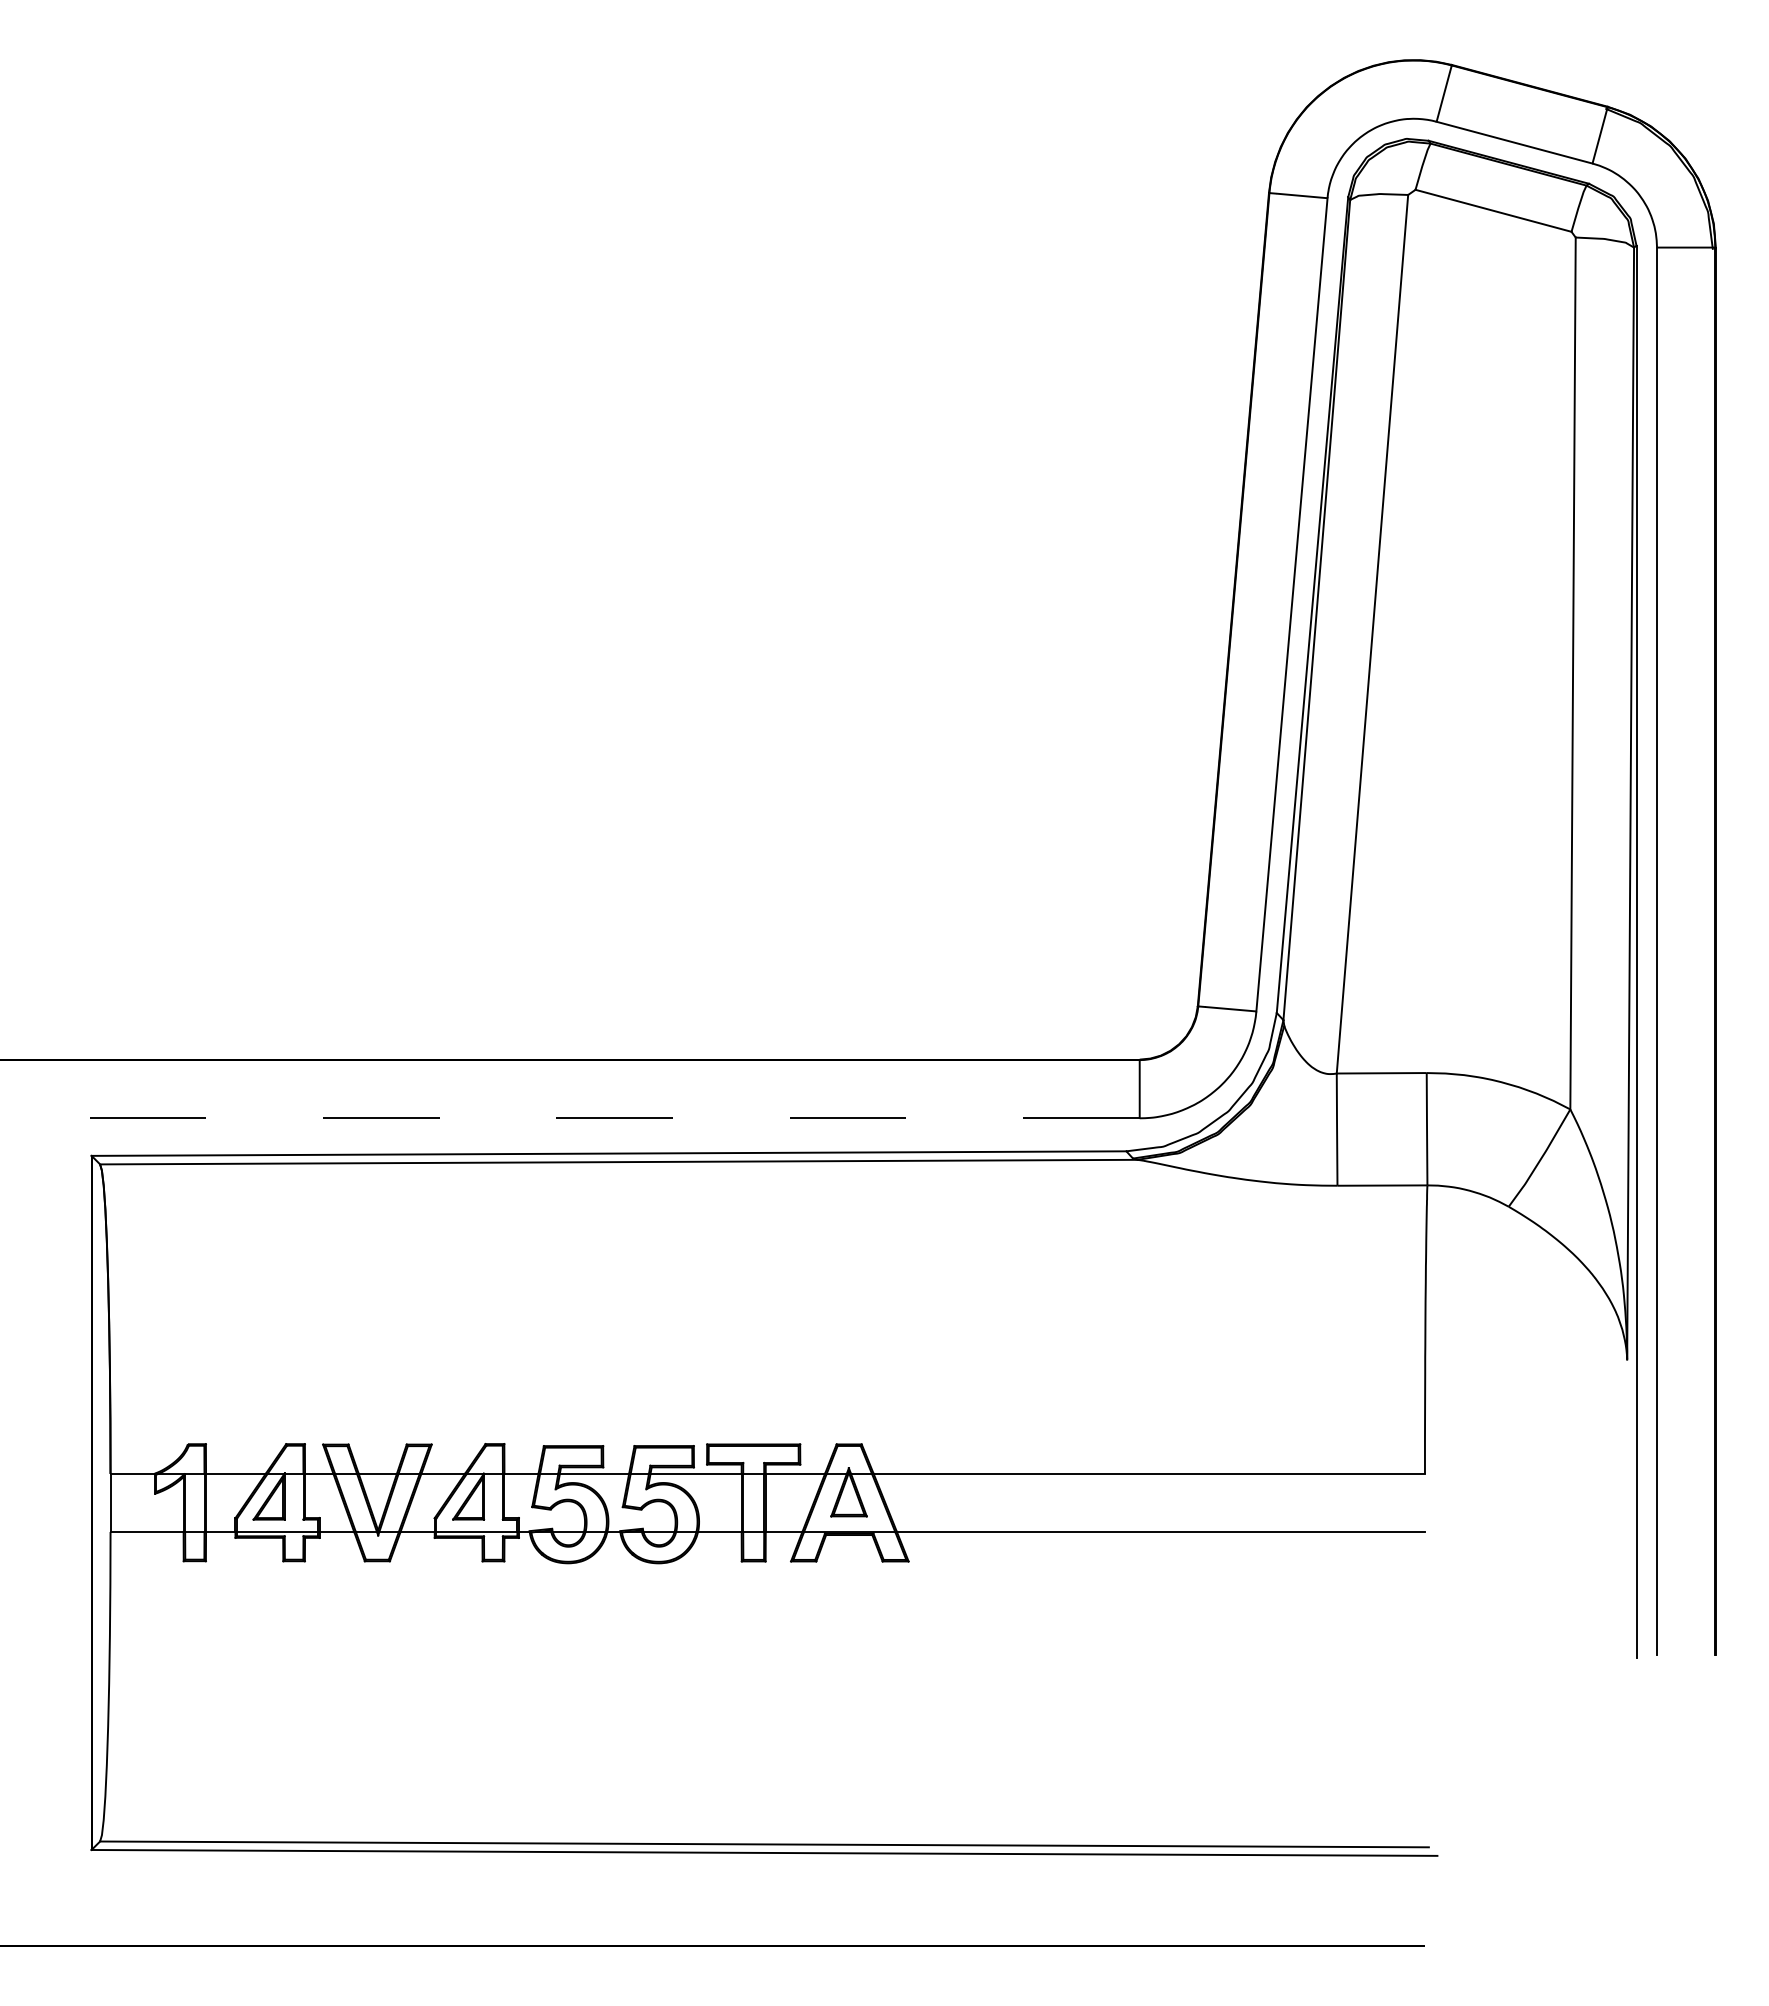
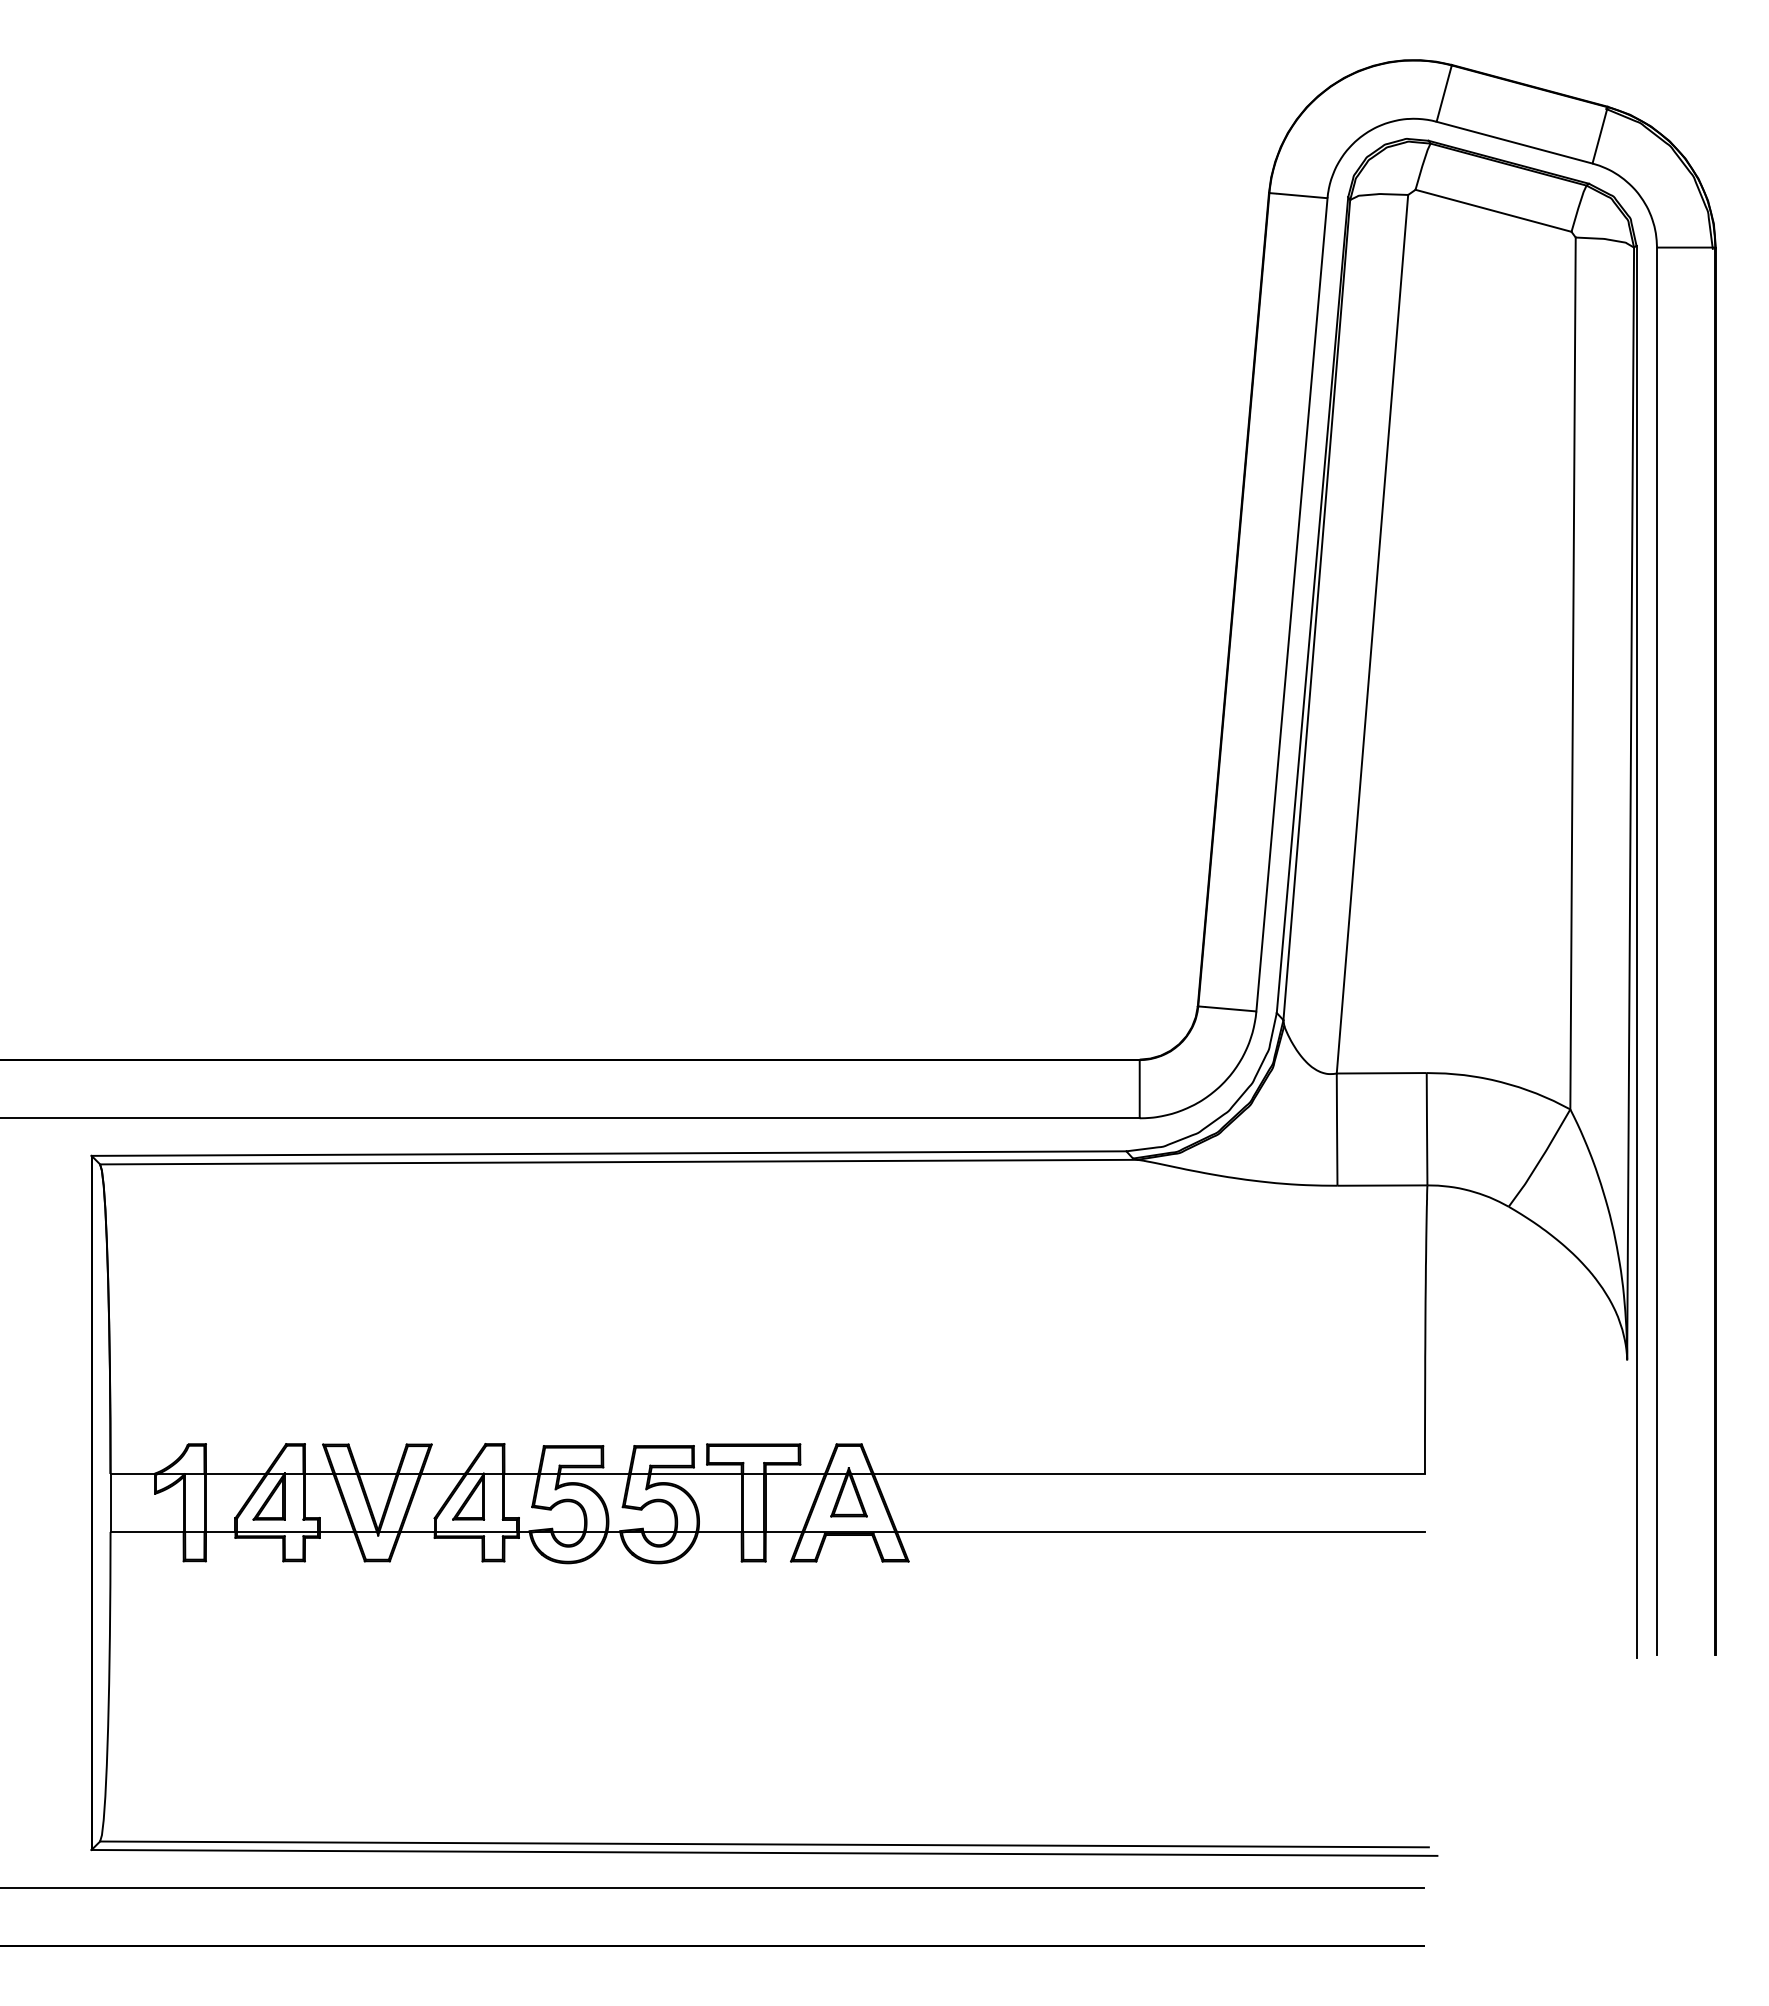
line at (569, 1118): dashed -> solid
line at (713, 1887): none -> present
